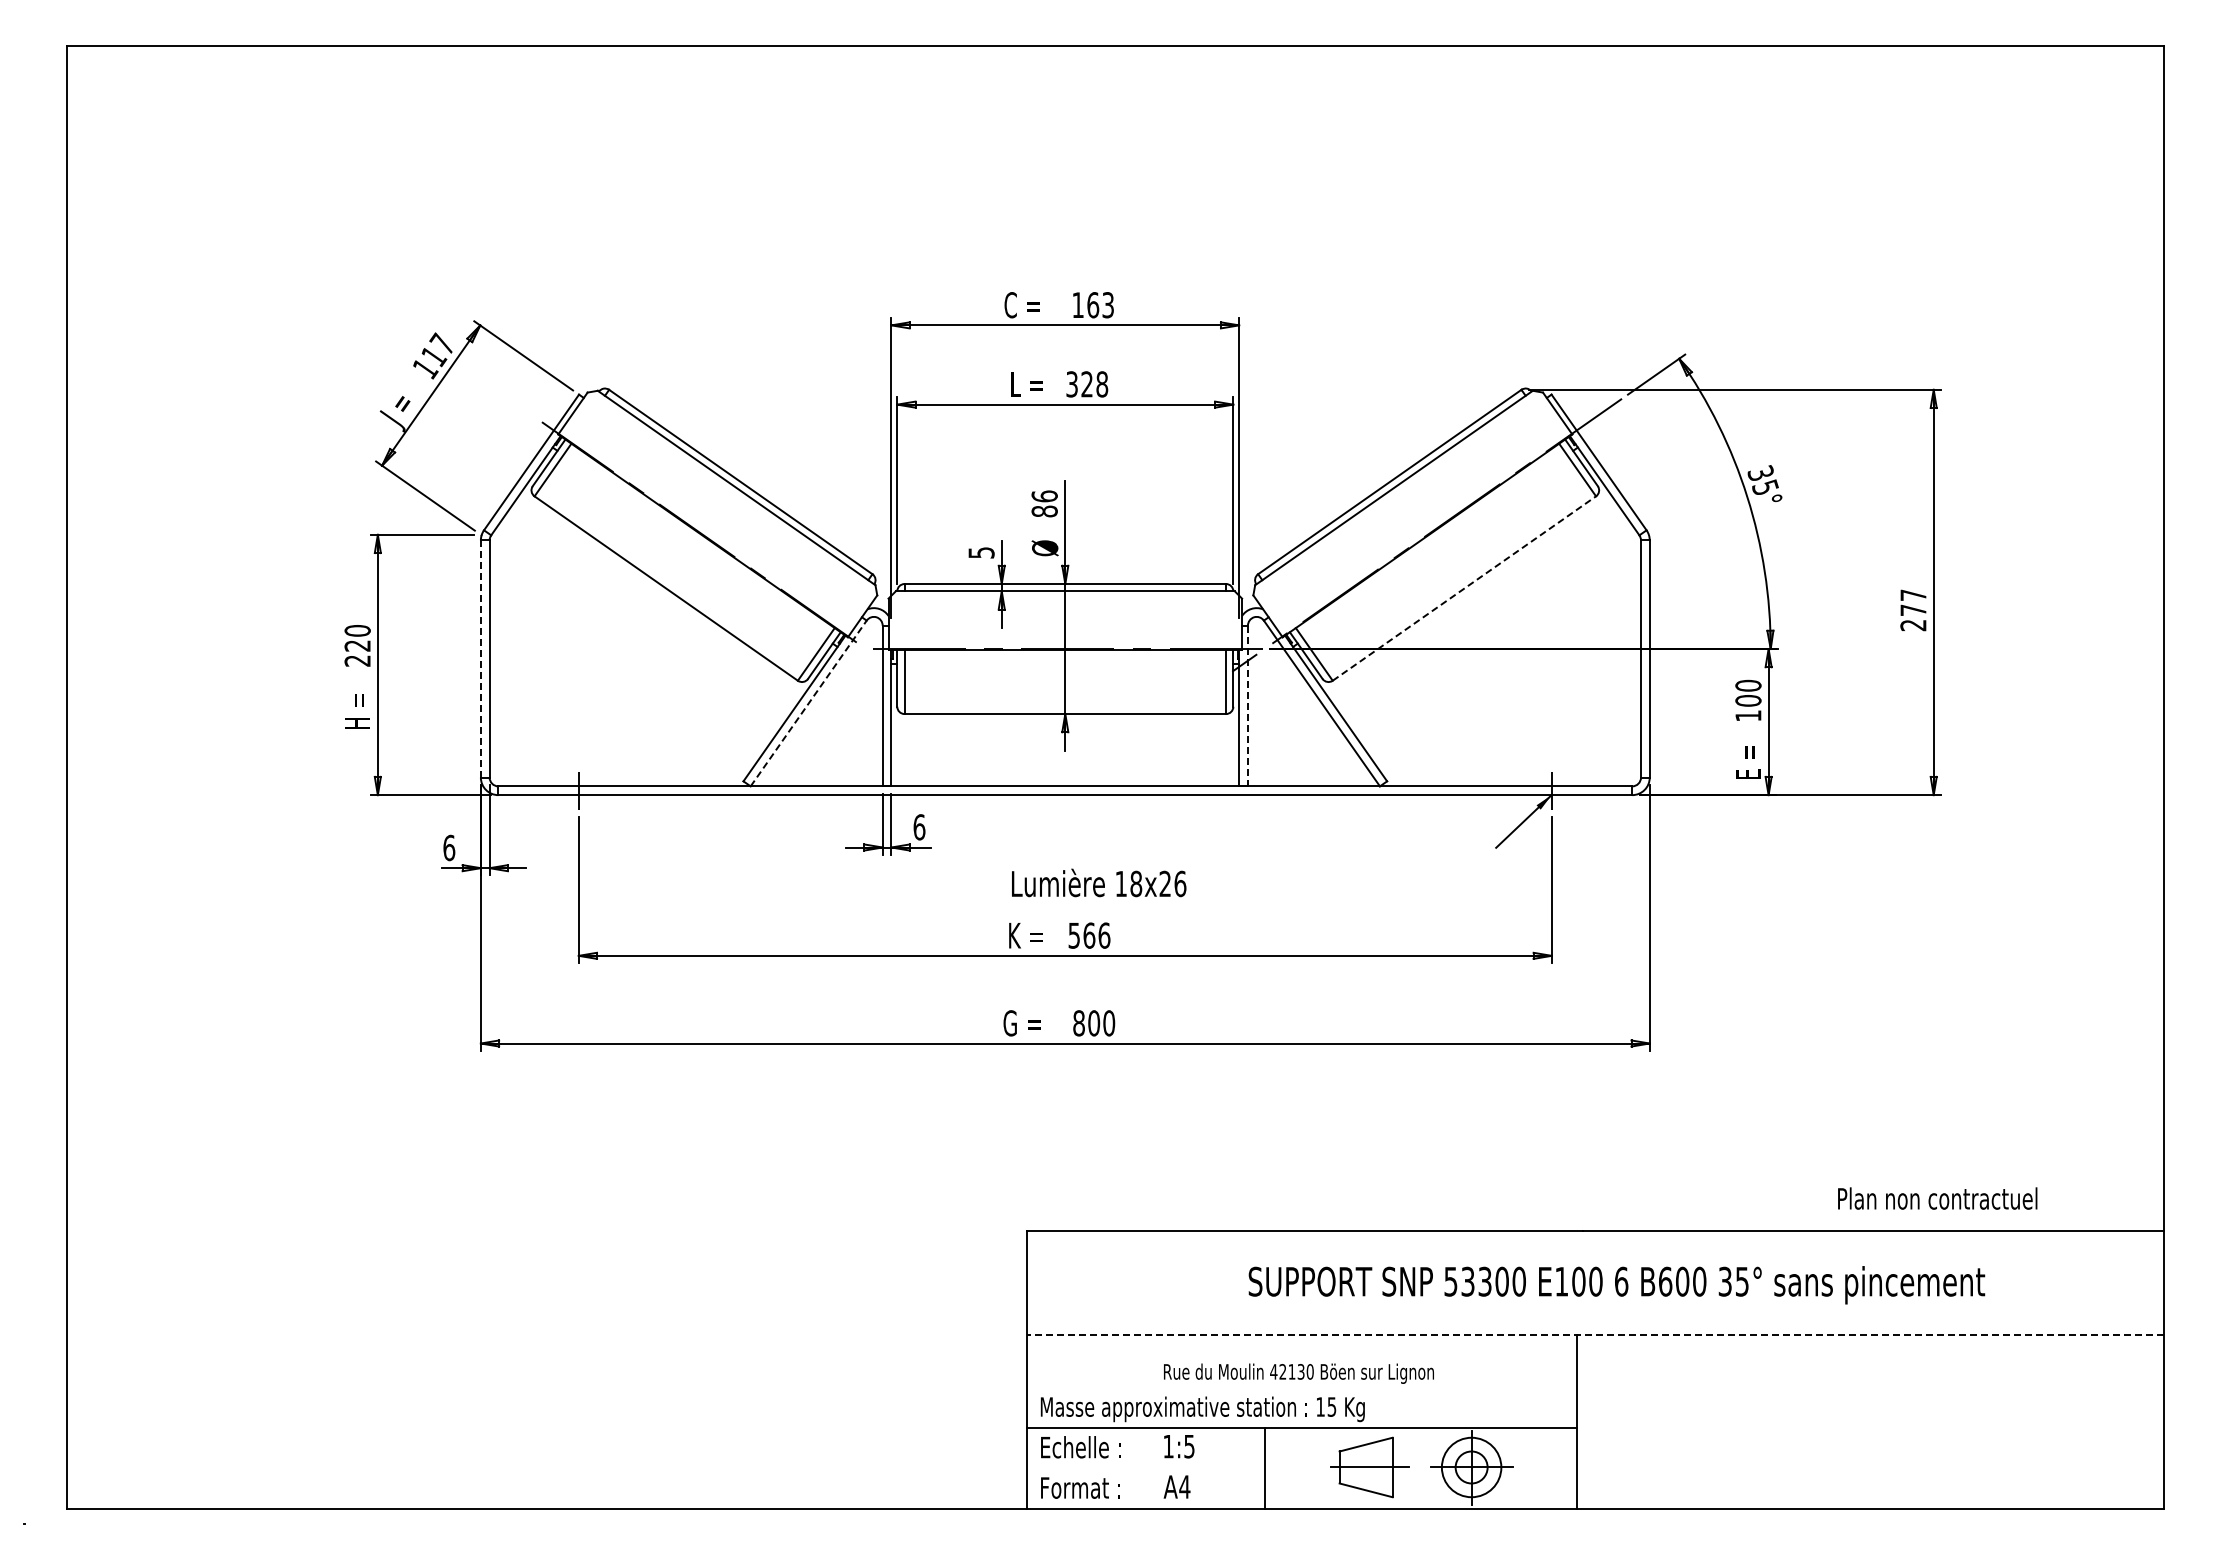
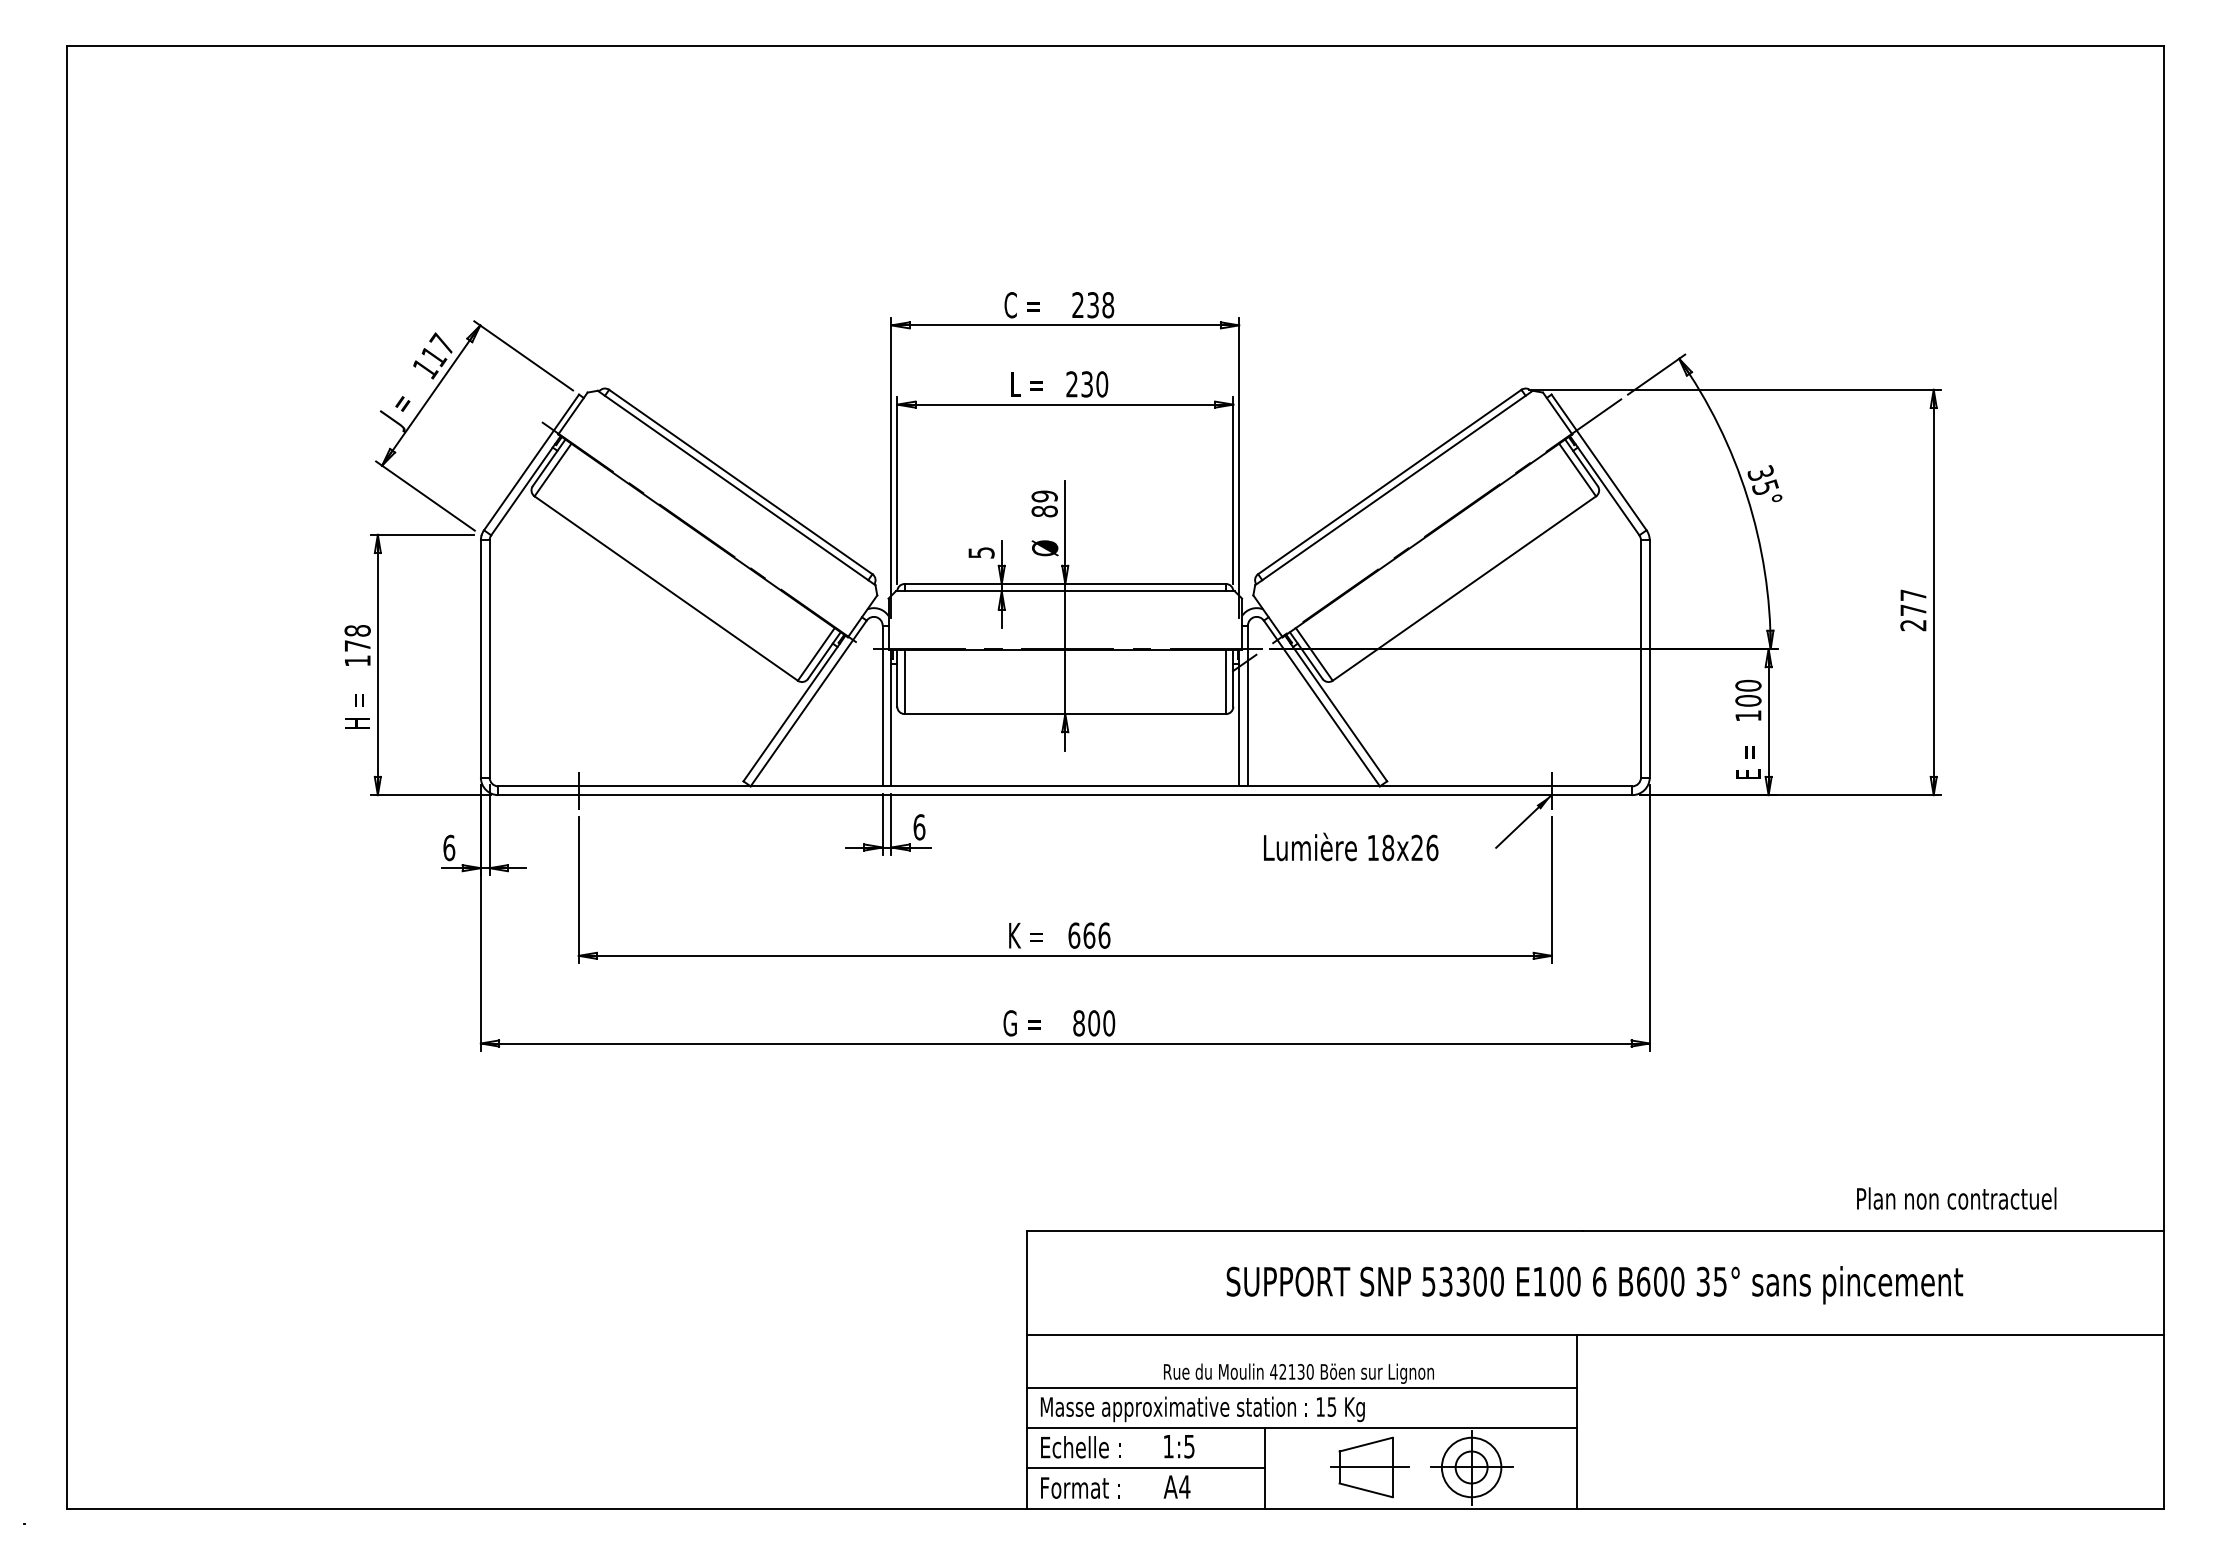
text at (1093, 305): 163 -> 238
text at (1087, 384): 328 -> 230
text at (1044, 496): 86 -> 89
line at (1464, 588): dashed -> solid
text at (357, 645): 220 -> 178
line at (480, 659): dashed -> solid
line at (808, 703): dashed -> solid
line at (1247, 706): dashed -> solid
text at (1099, 882) position: (1099, 882) -> (1351, 846)
text at (1074, 935): 566 -> 666
text at (1937, 1198) position: (1937, 1198) -> (1956, 1198)
text at (1616, 1285) position: (1616, 1285) -> (1594, 1285)
line at (1595, 1334): dashed -> solid
line at (1302, 1387): none -> present
line at (1146, 1468): none -> present
